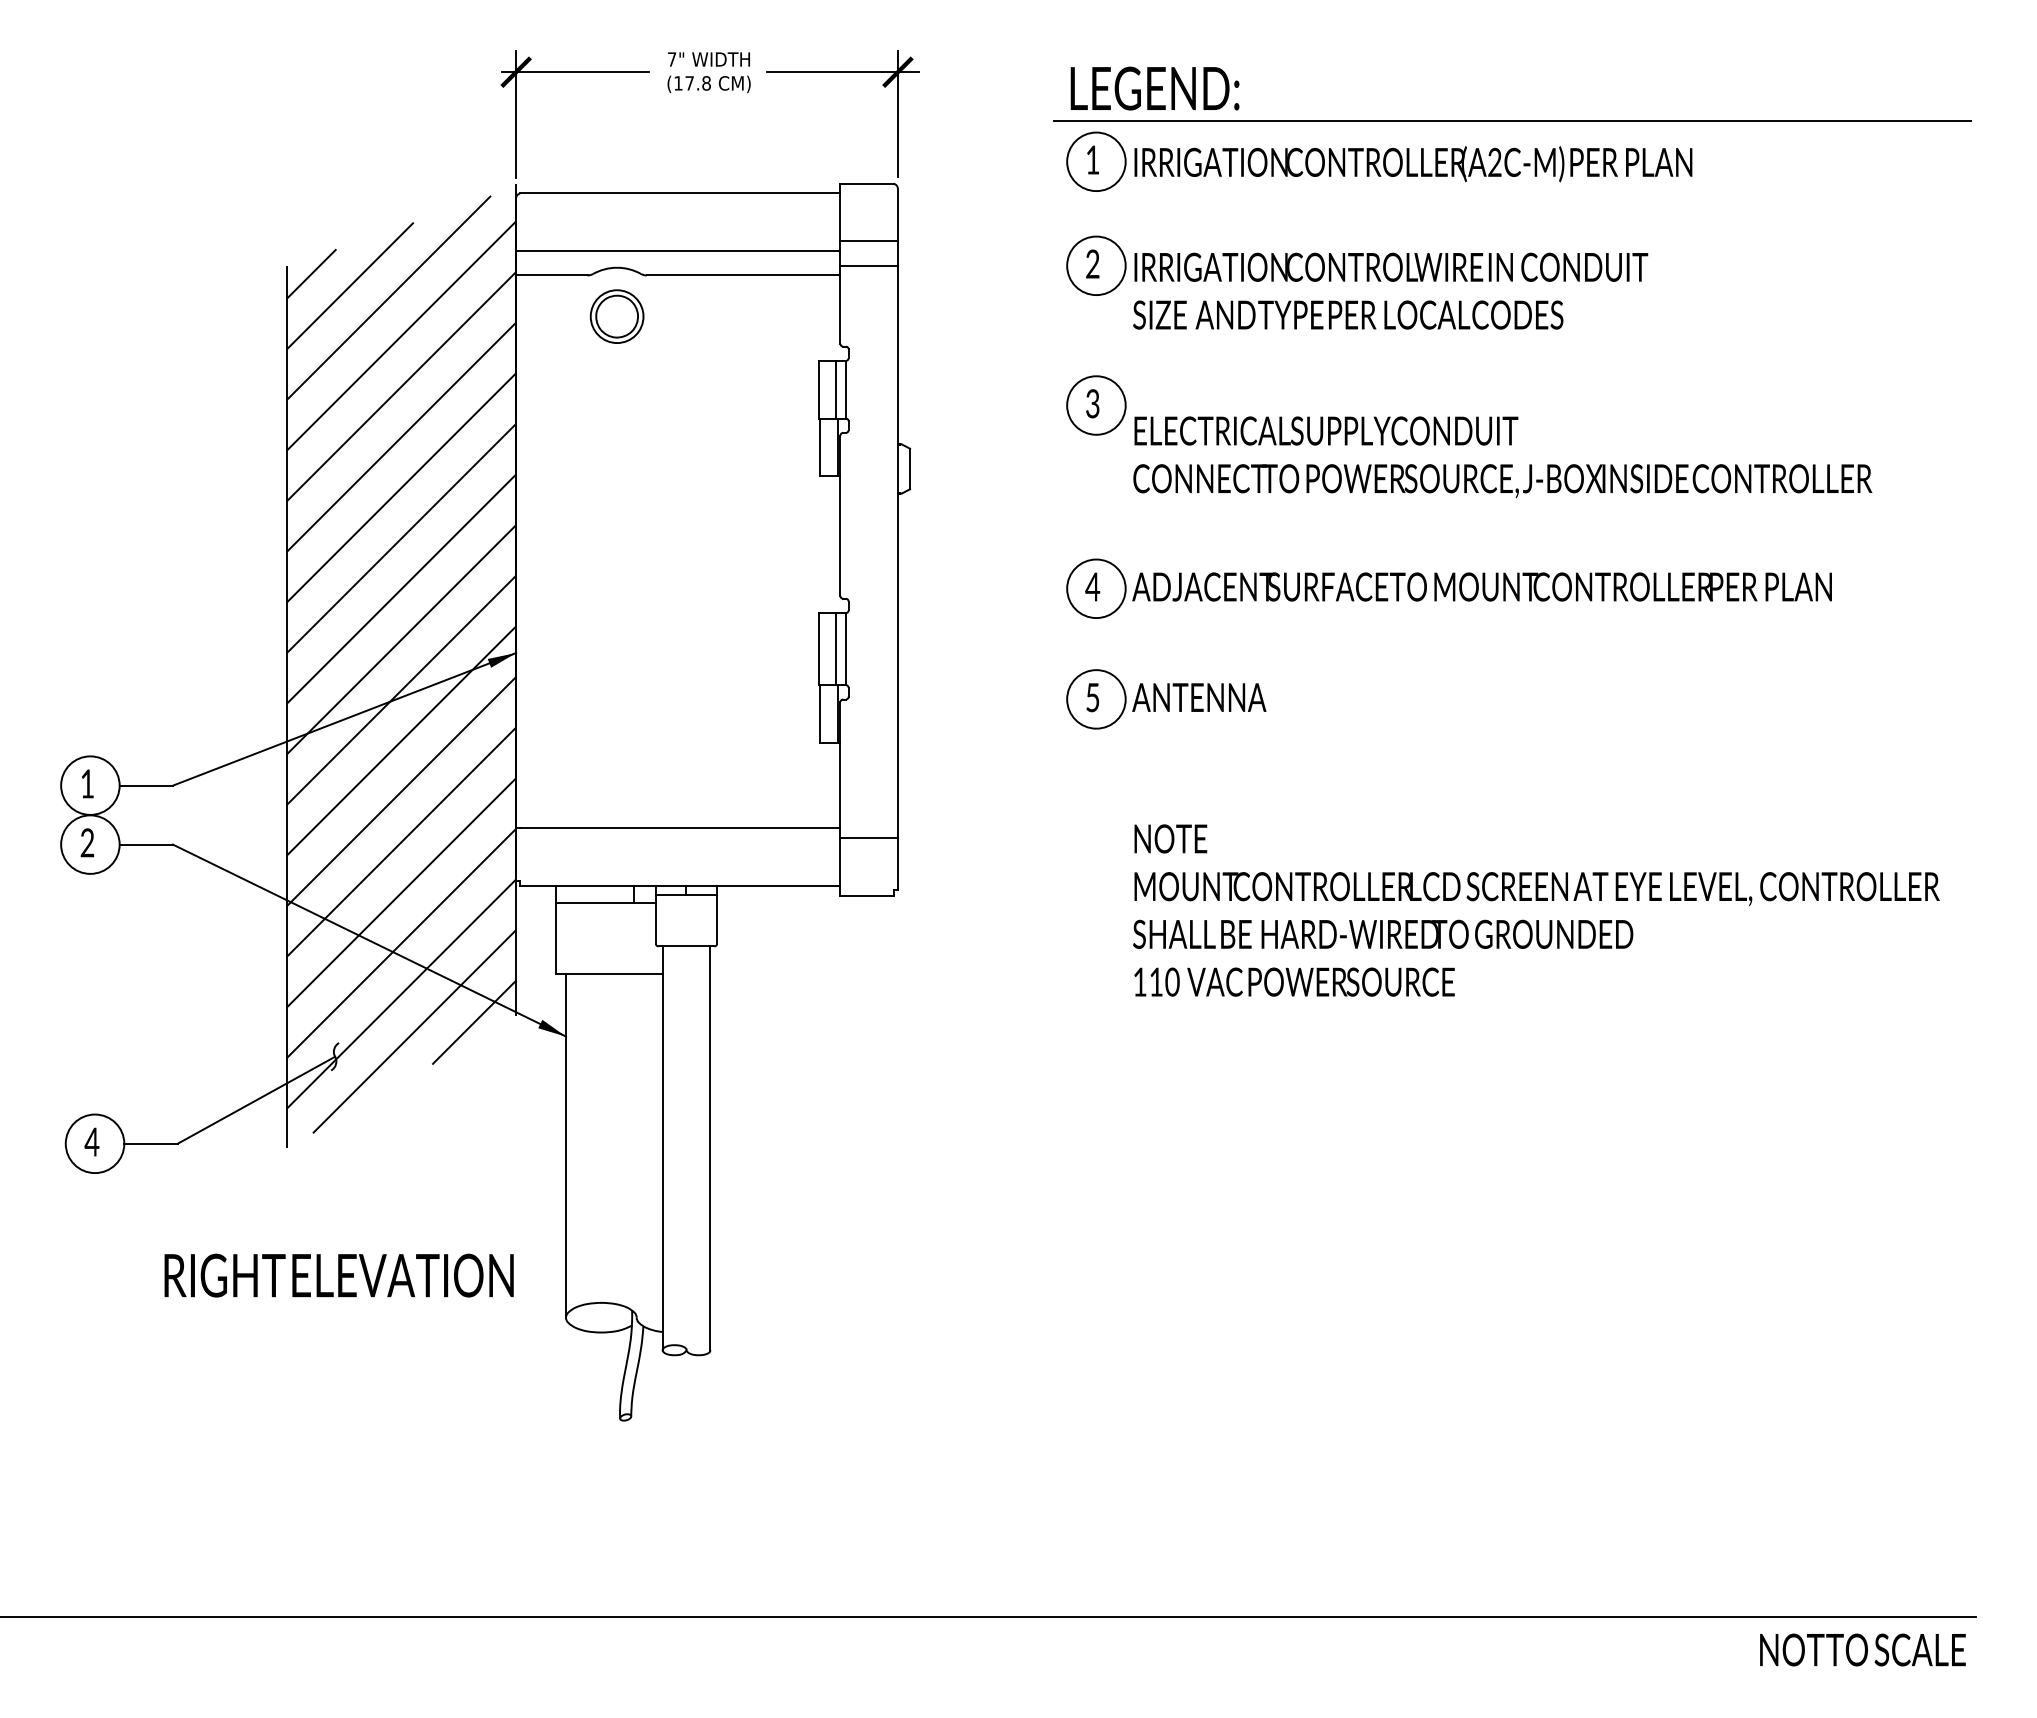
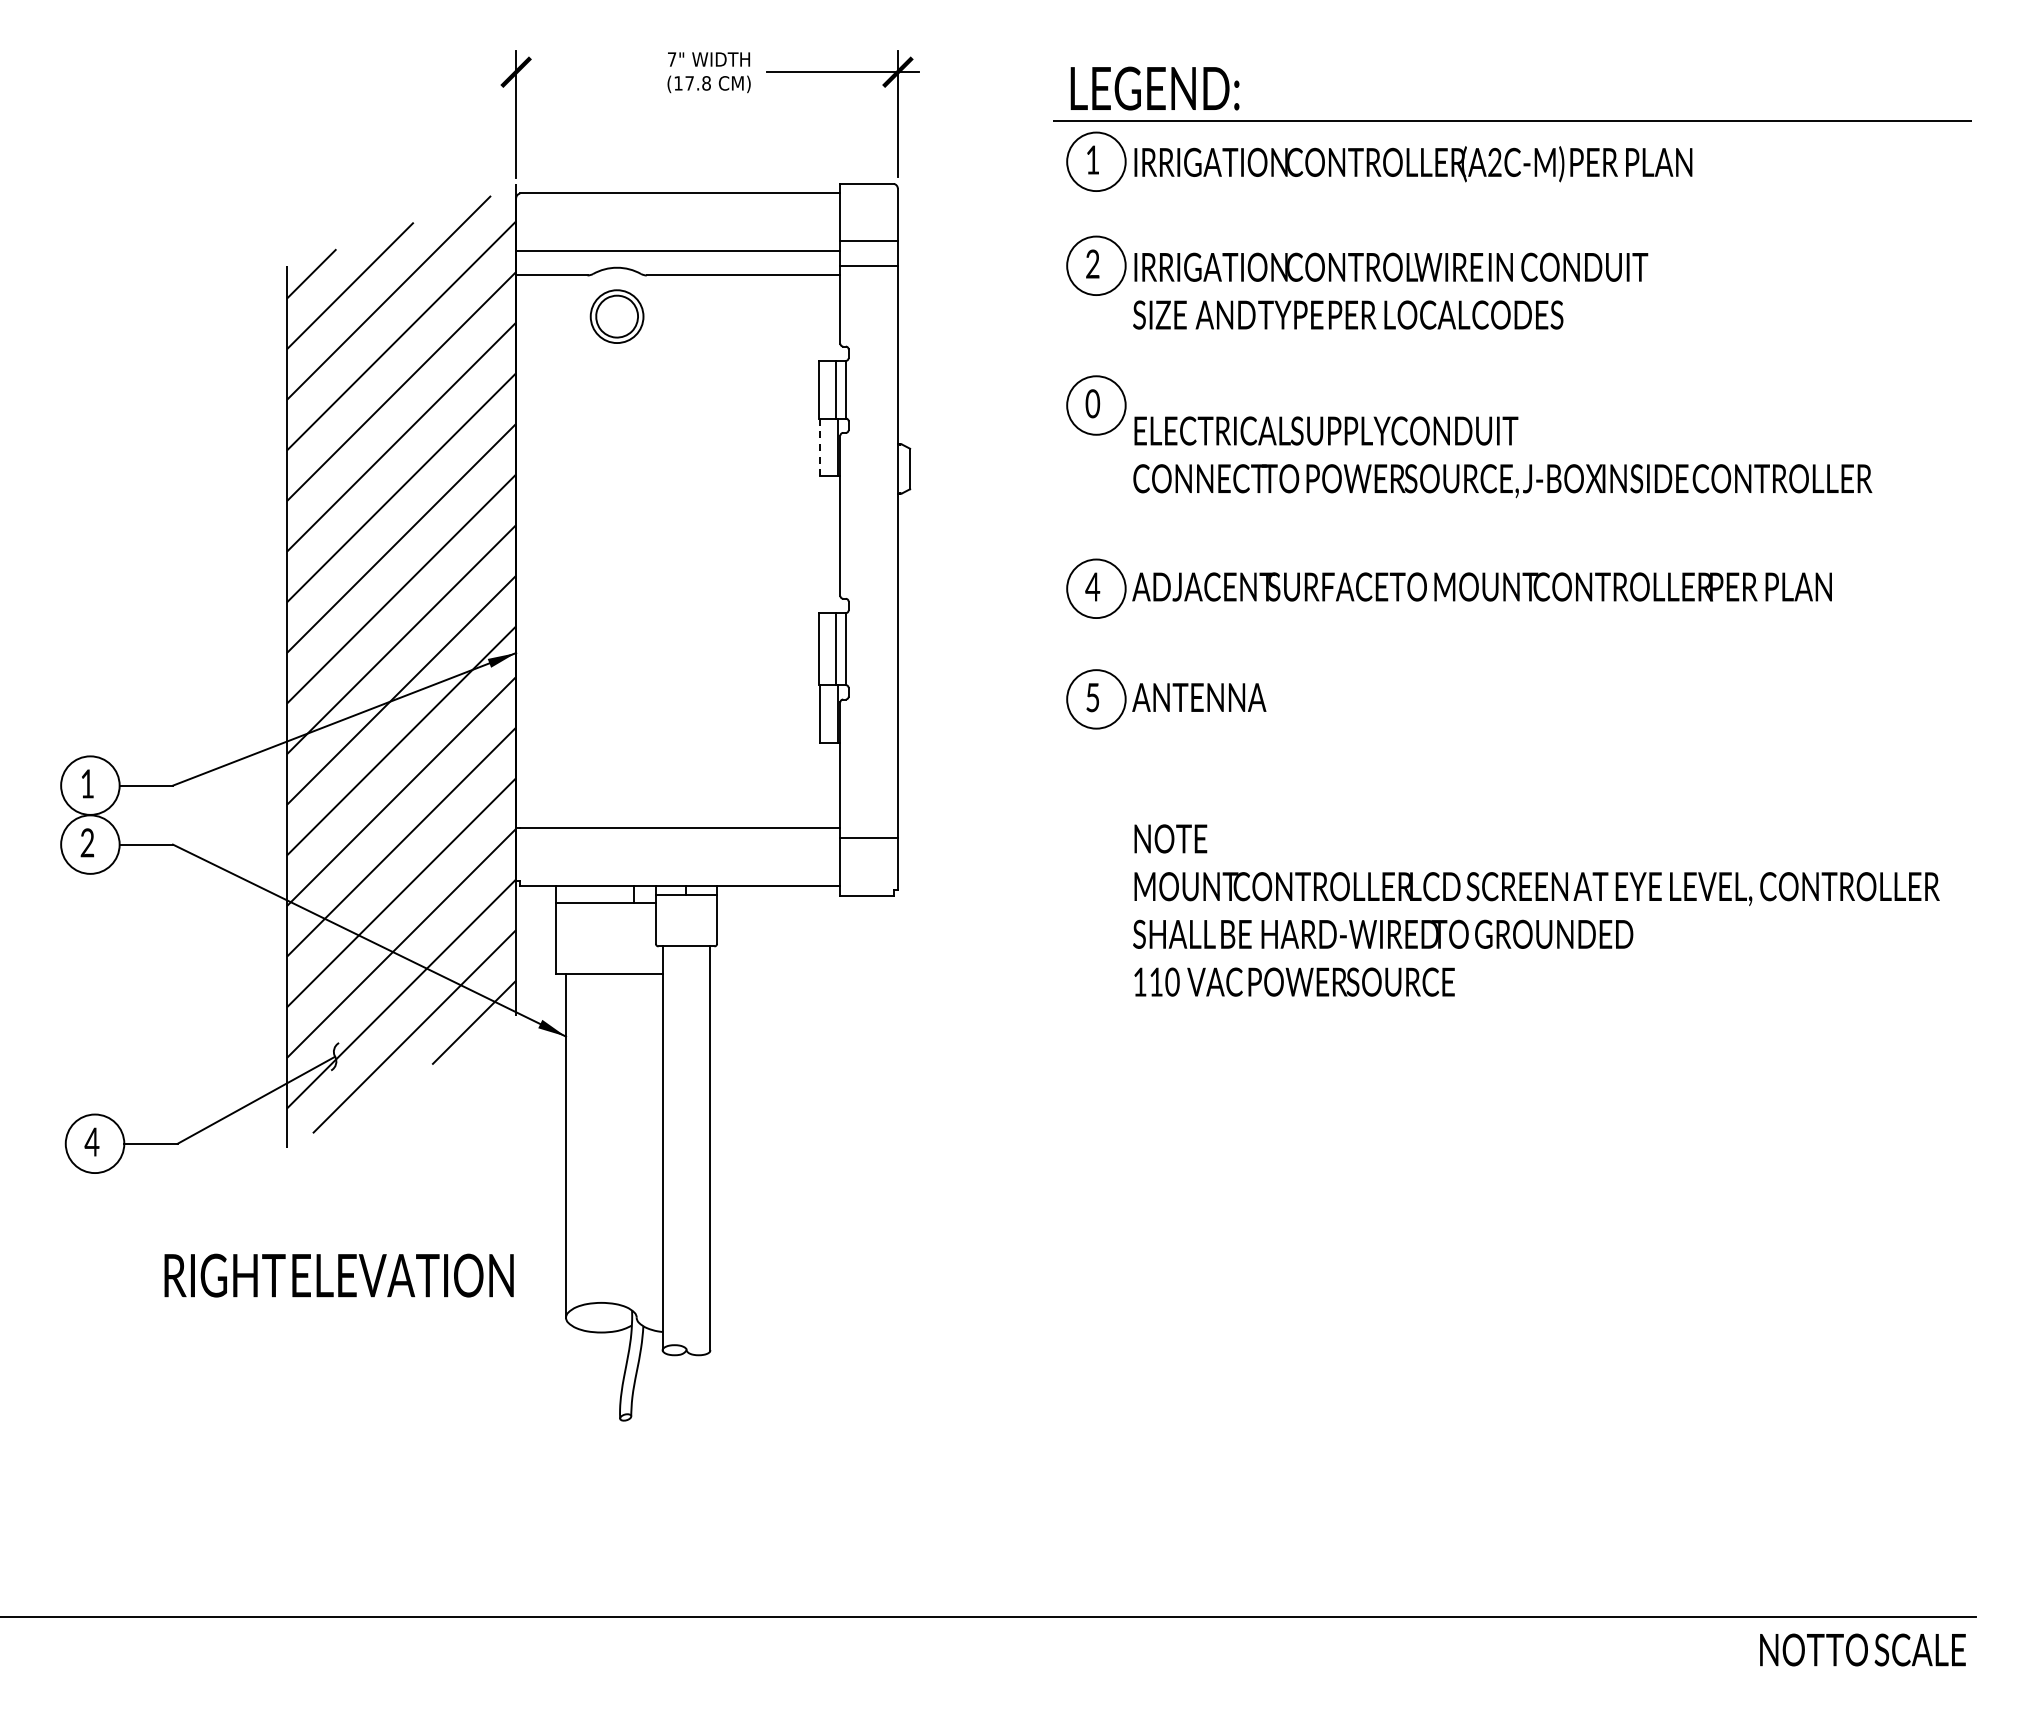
line at (575, 72): present -> none
text at (1092, 403): 3 -> 0
line at (819, 447): solid -> dashed
